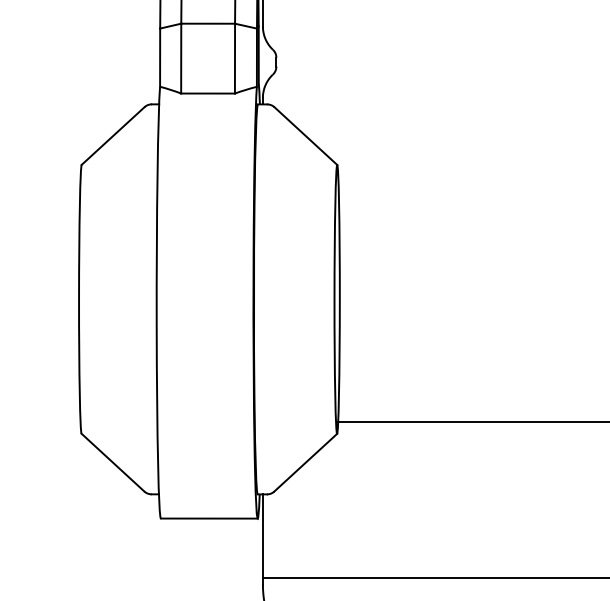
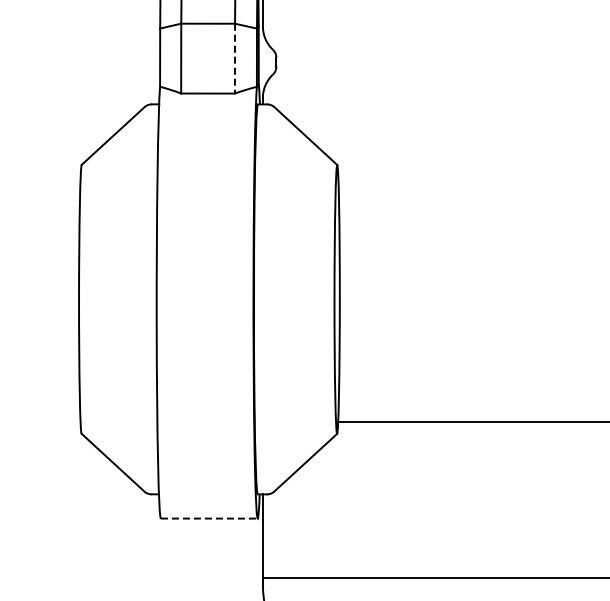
line at (235, 58): solid -> dashed
line at (209, 518): solid -> dashed
